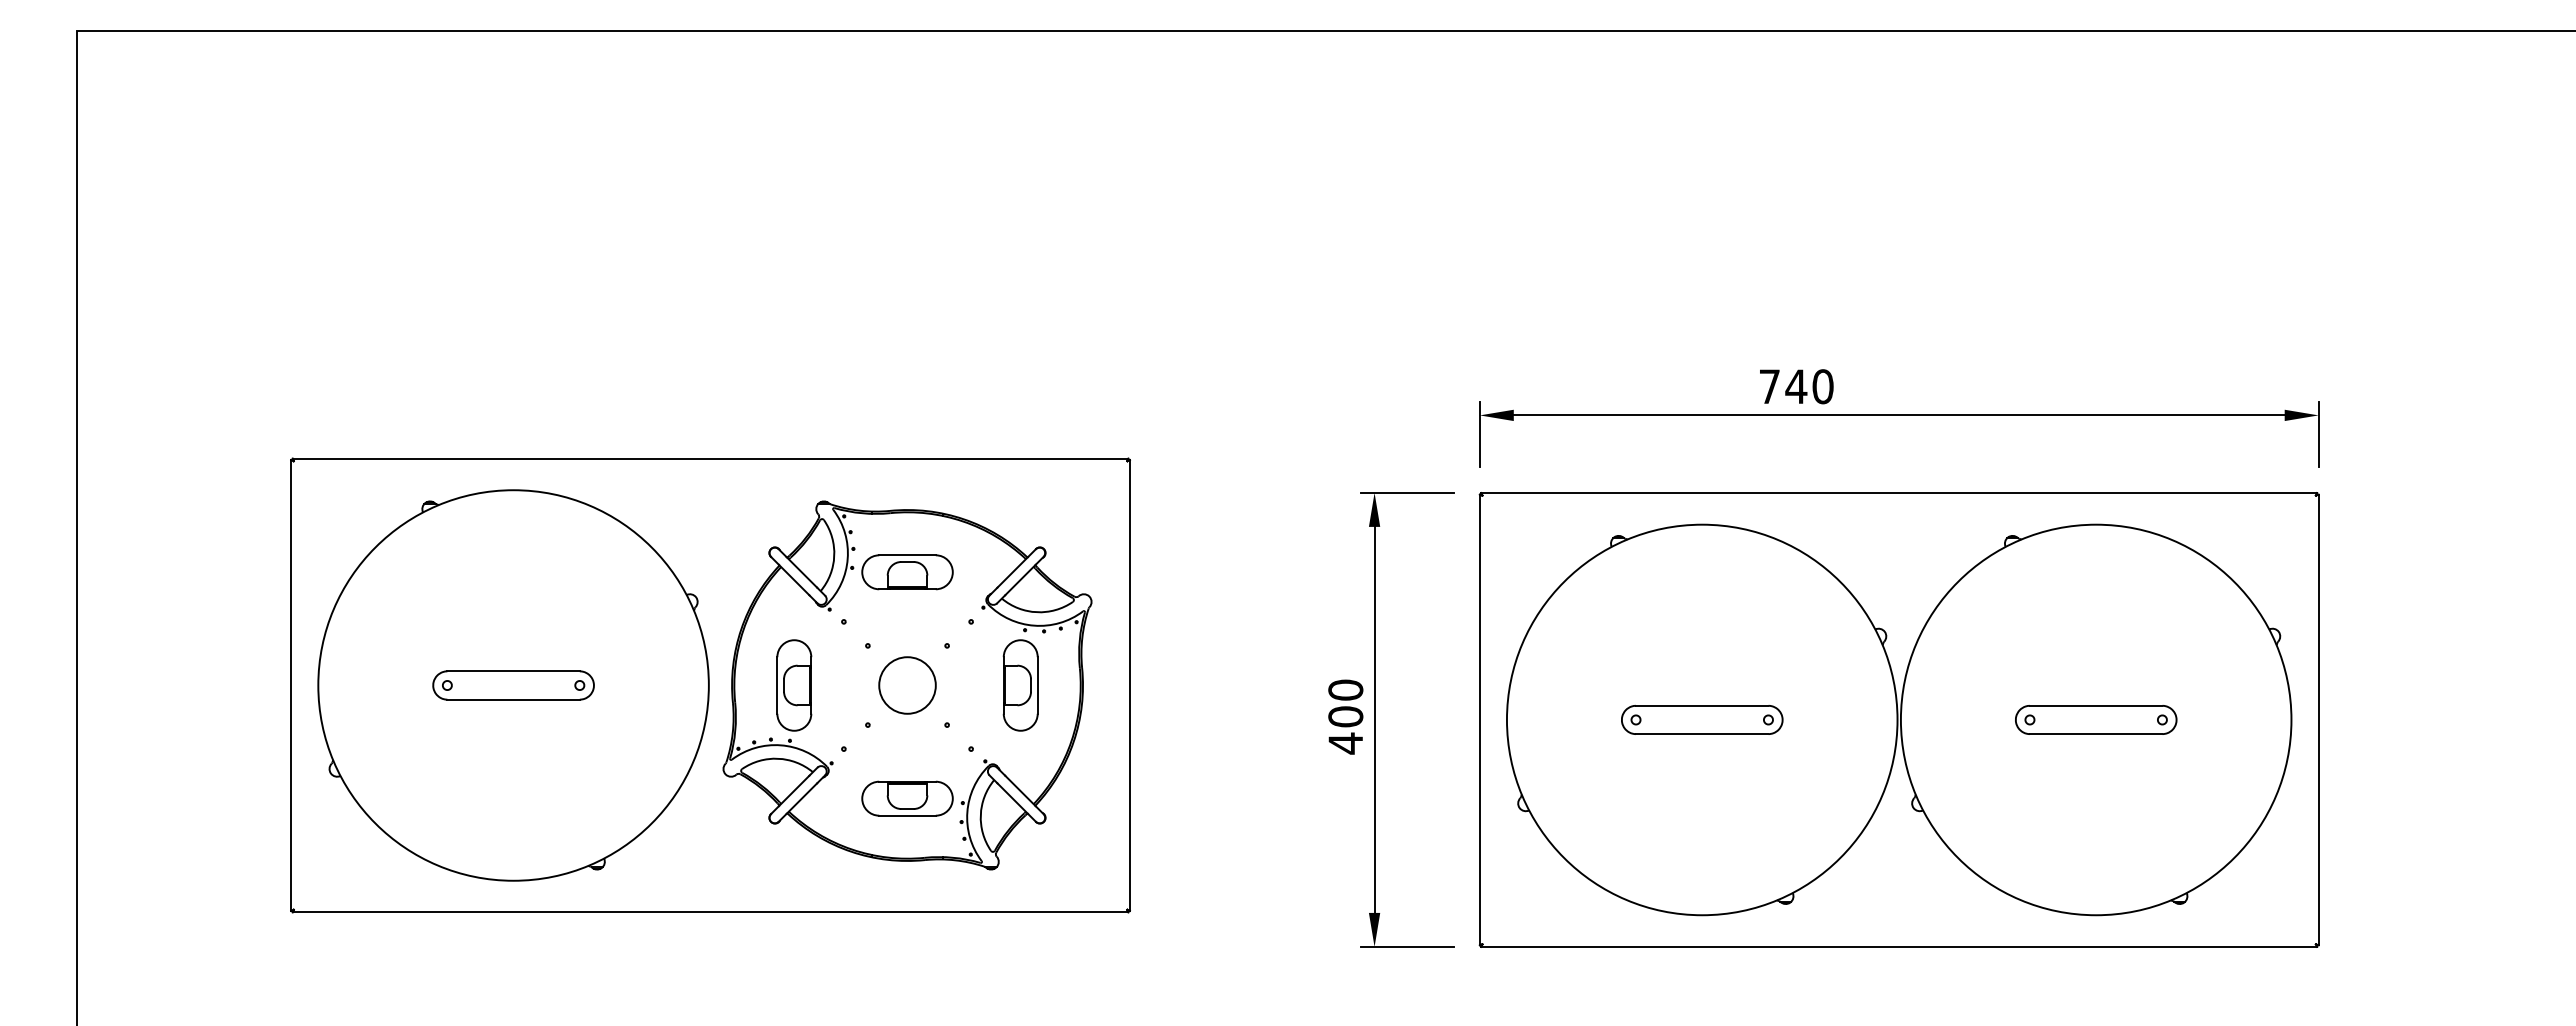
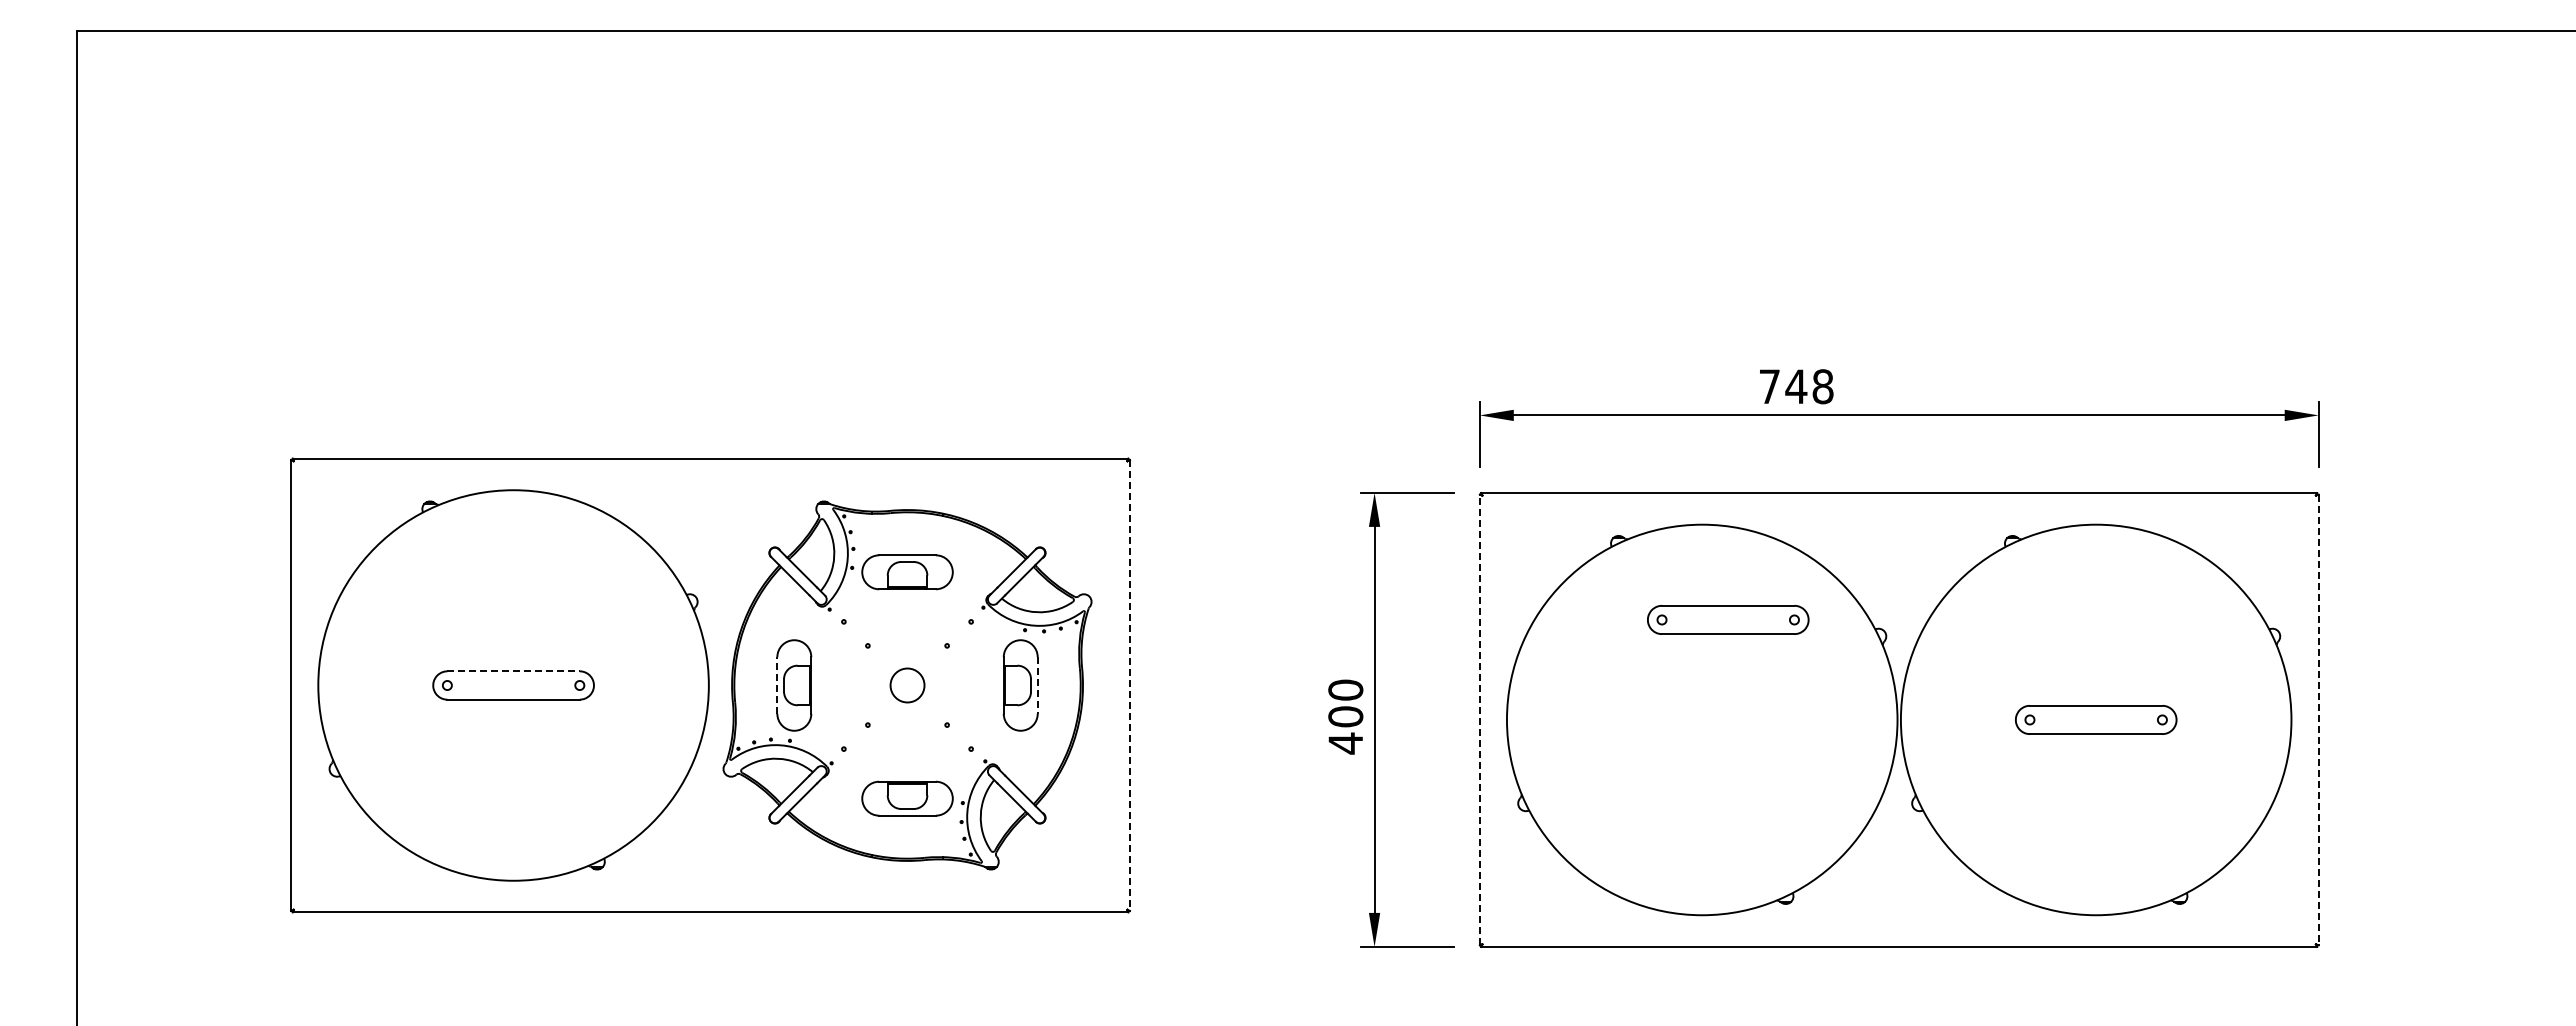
text at (1822, 386): 740 -> 748
line at (514, 671): solid -> dashed
line at (777, 685): solid -> dashed
circle at (907, 685) diameter: 57 px -> 34 px
line at (1037, 686): solid -> dashed
line at (1129, 686): solid -> dashed
line at (1479, 719): solid -> dashed
part at (1702, 719) position: (1702, 719) -> (1728, 619)
line at (2318, 720): solid -> dashed
